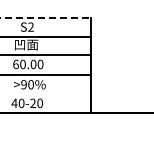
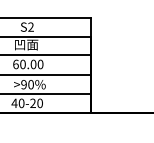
line at (45, 18): dashed -> solid
line at (46, 93): none -> present
